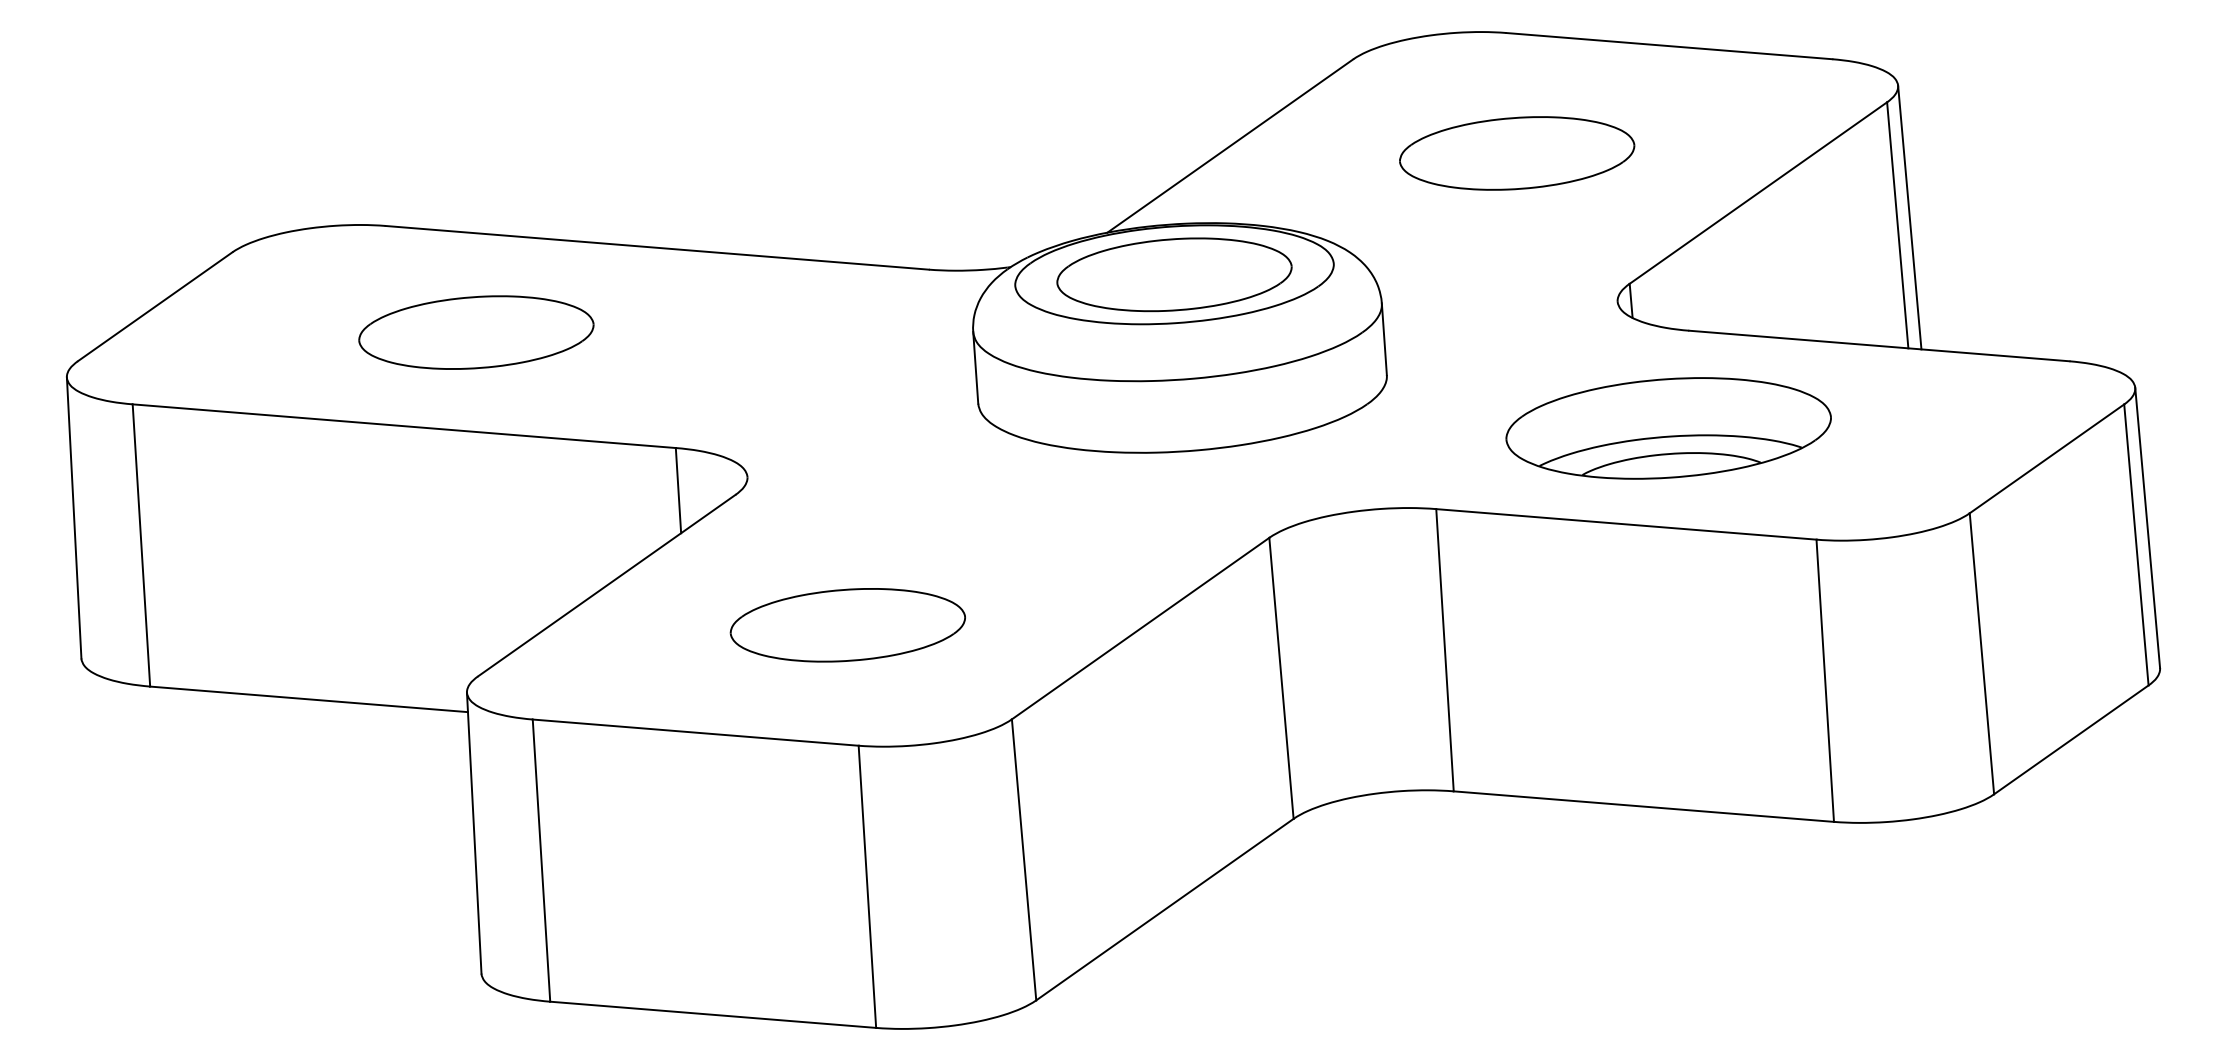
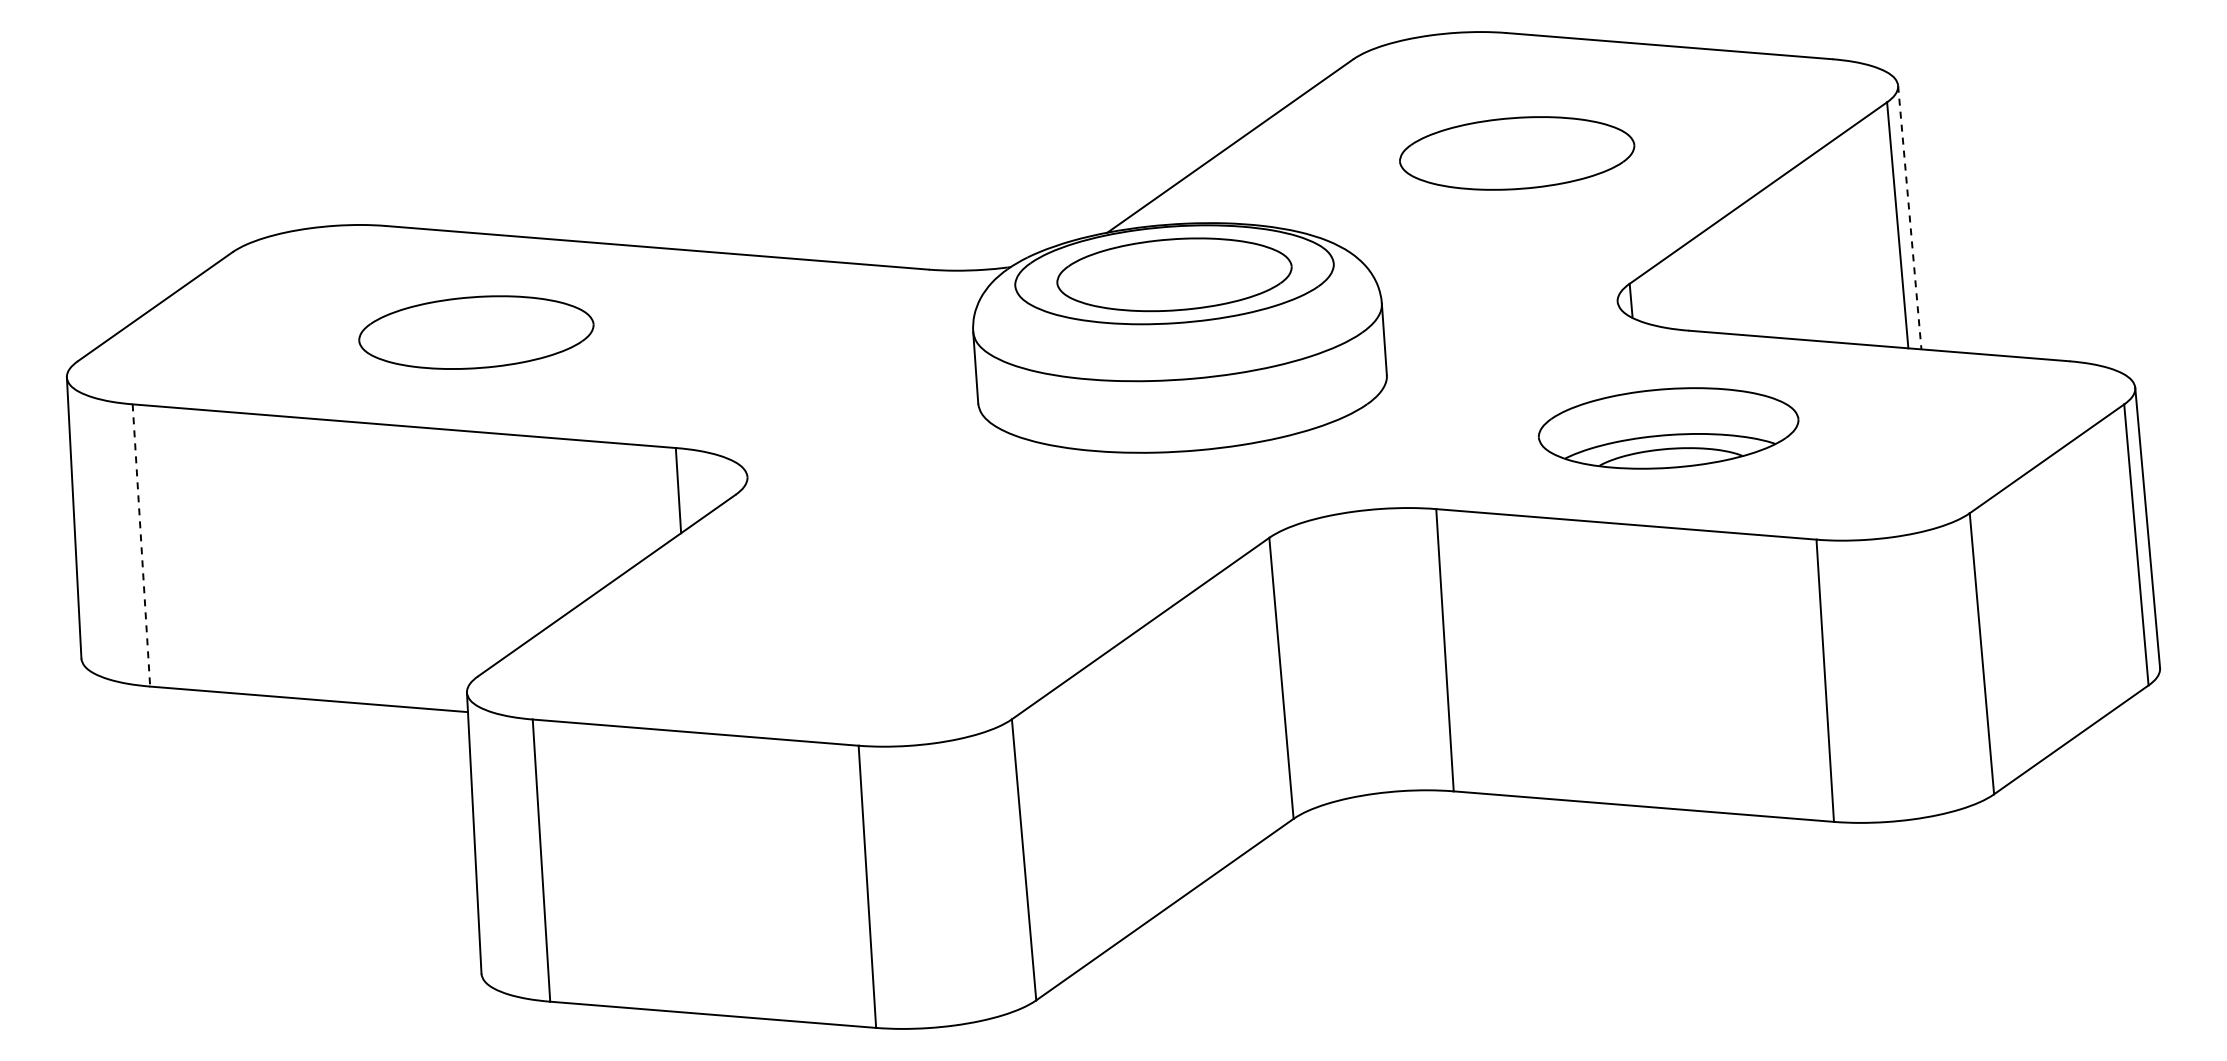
line at (1909, 218): solid -> dashed
part at (1668, 428) size: 327x103 px -> 262x83 px
line at (141, 545): solid -> dashed
part at (847, 625): present -> none
